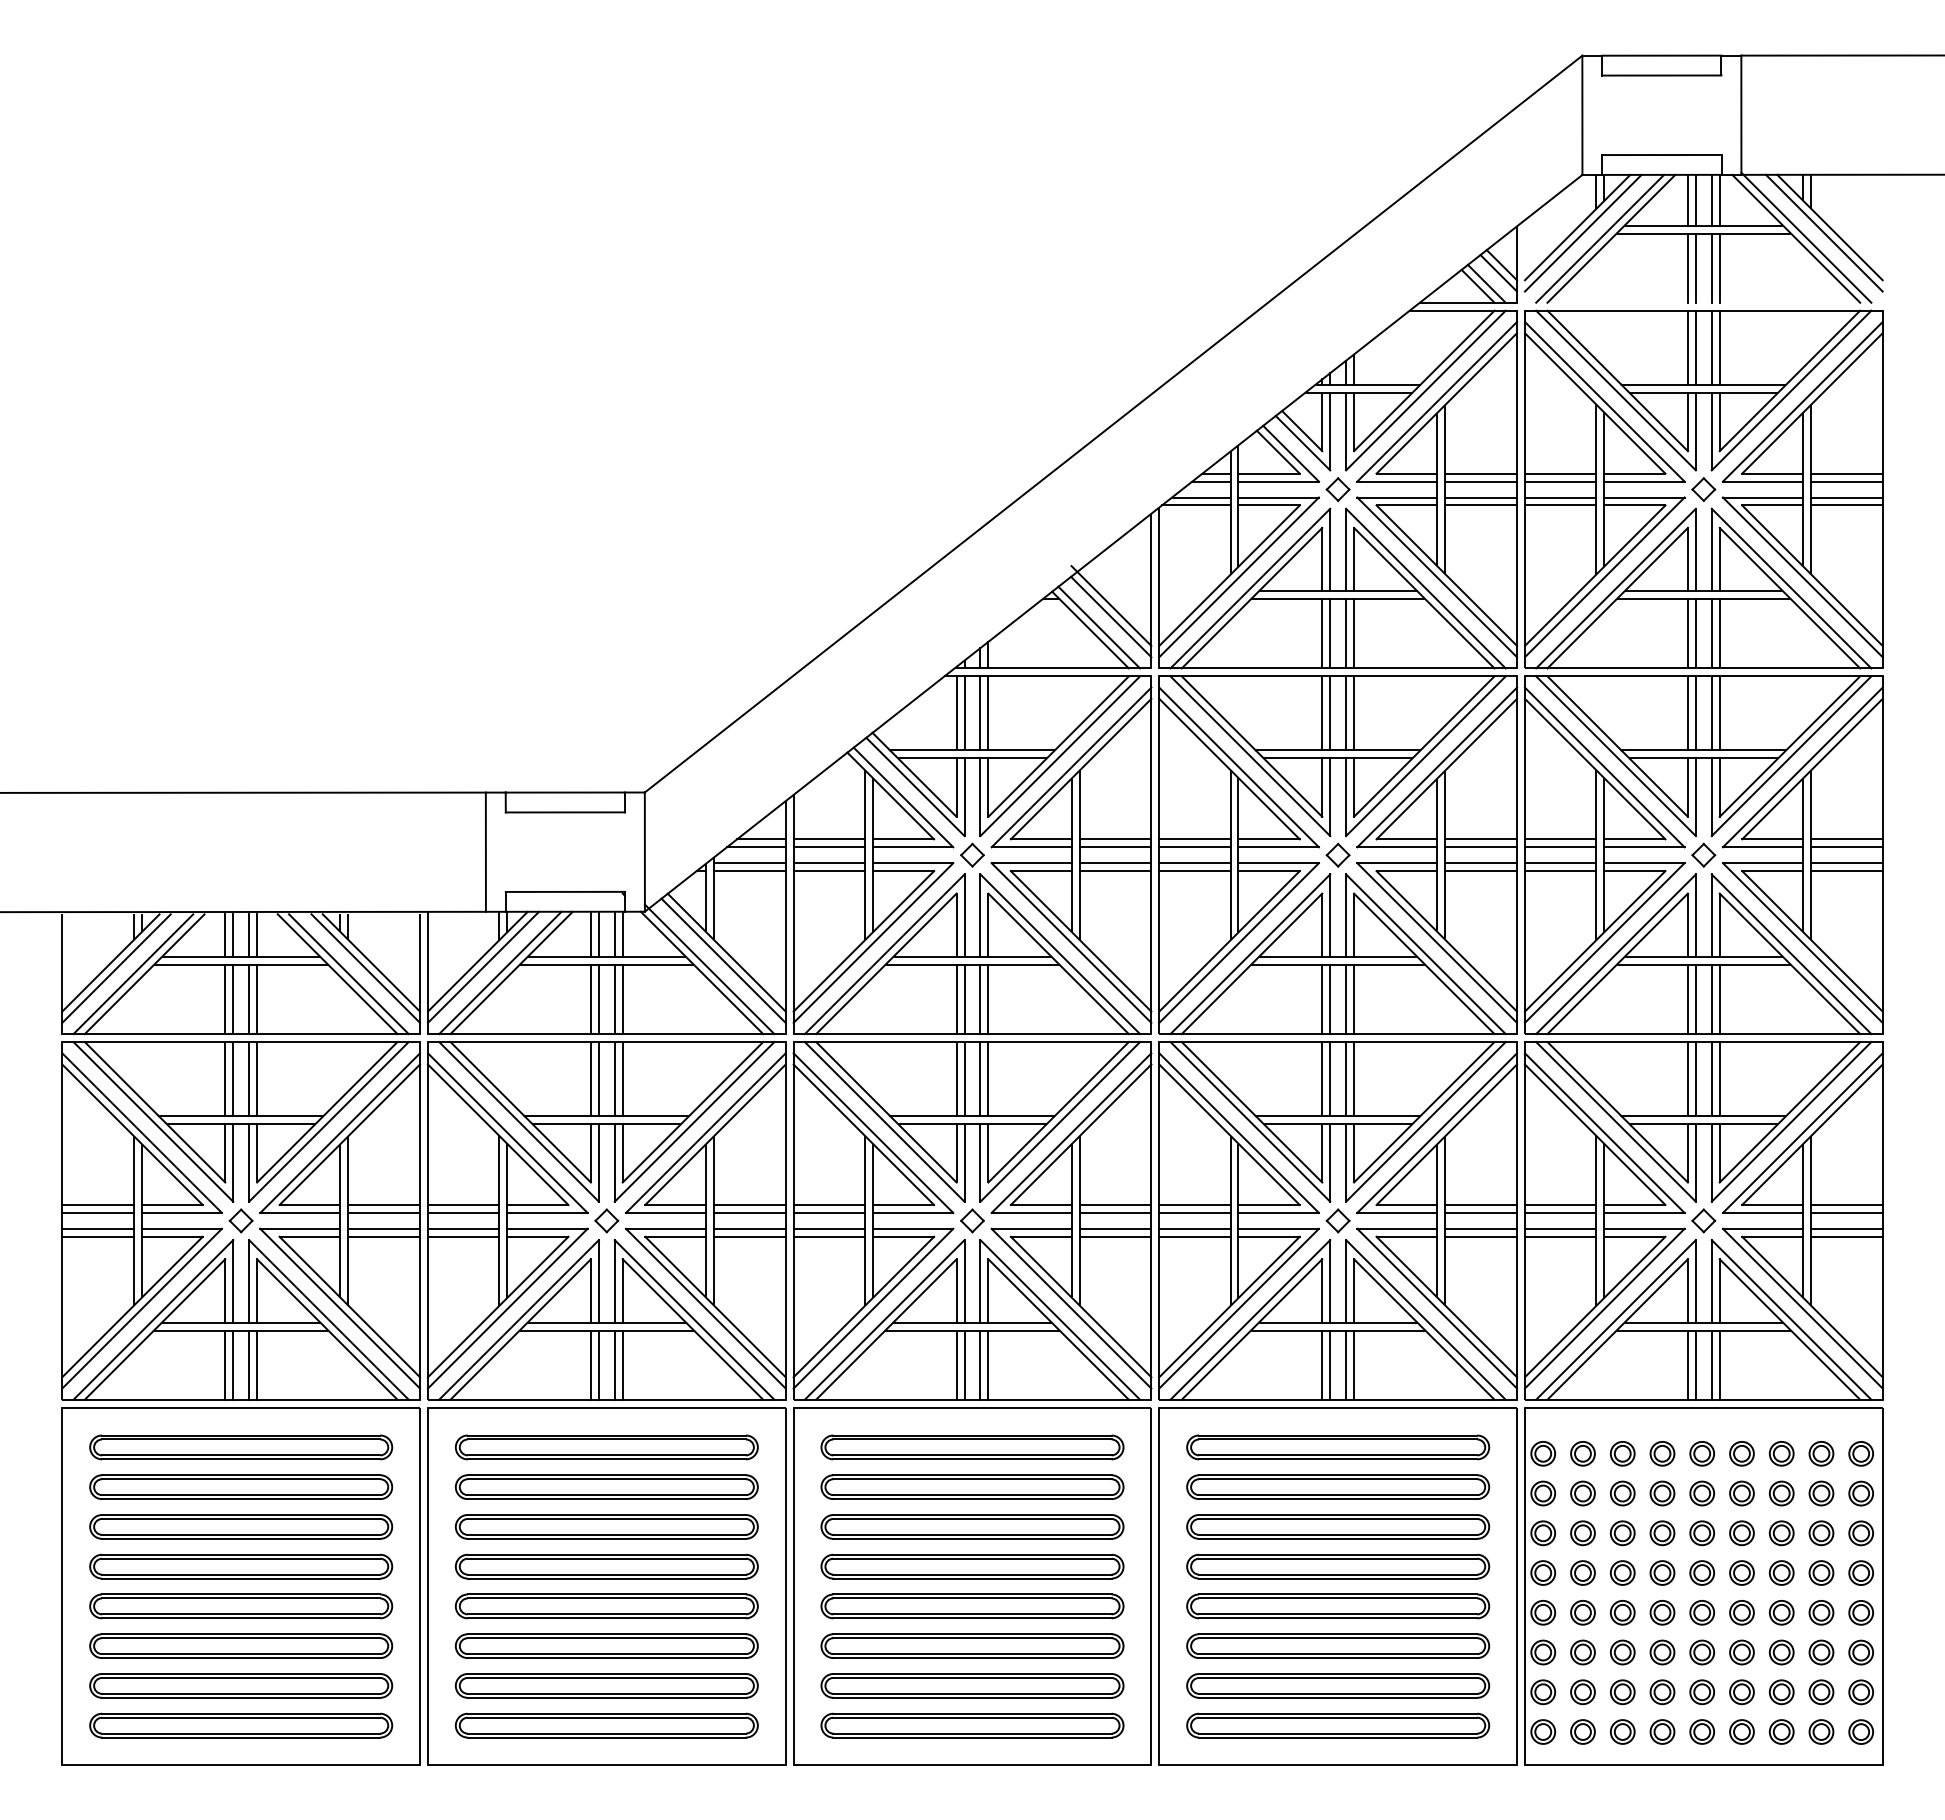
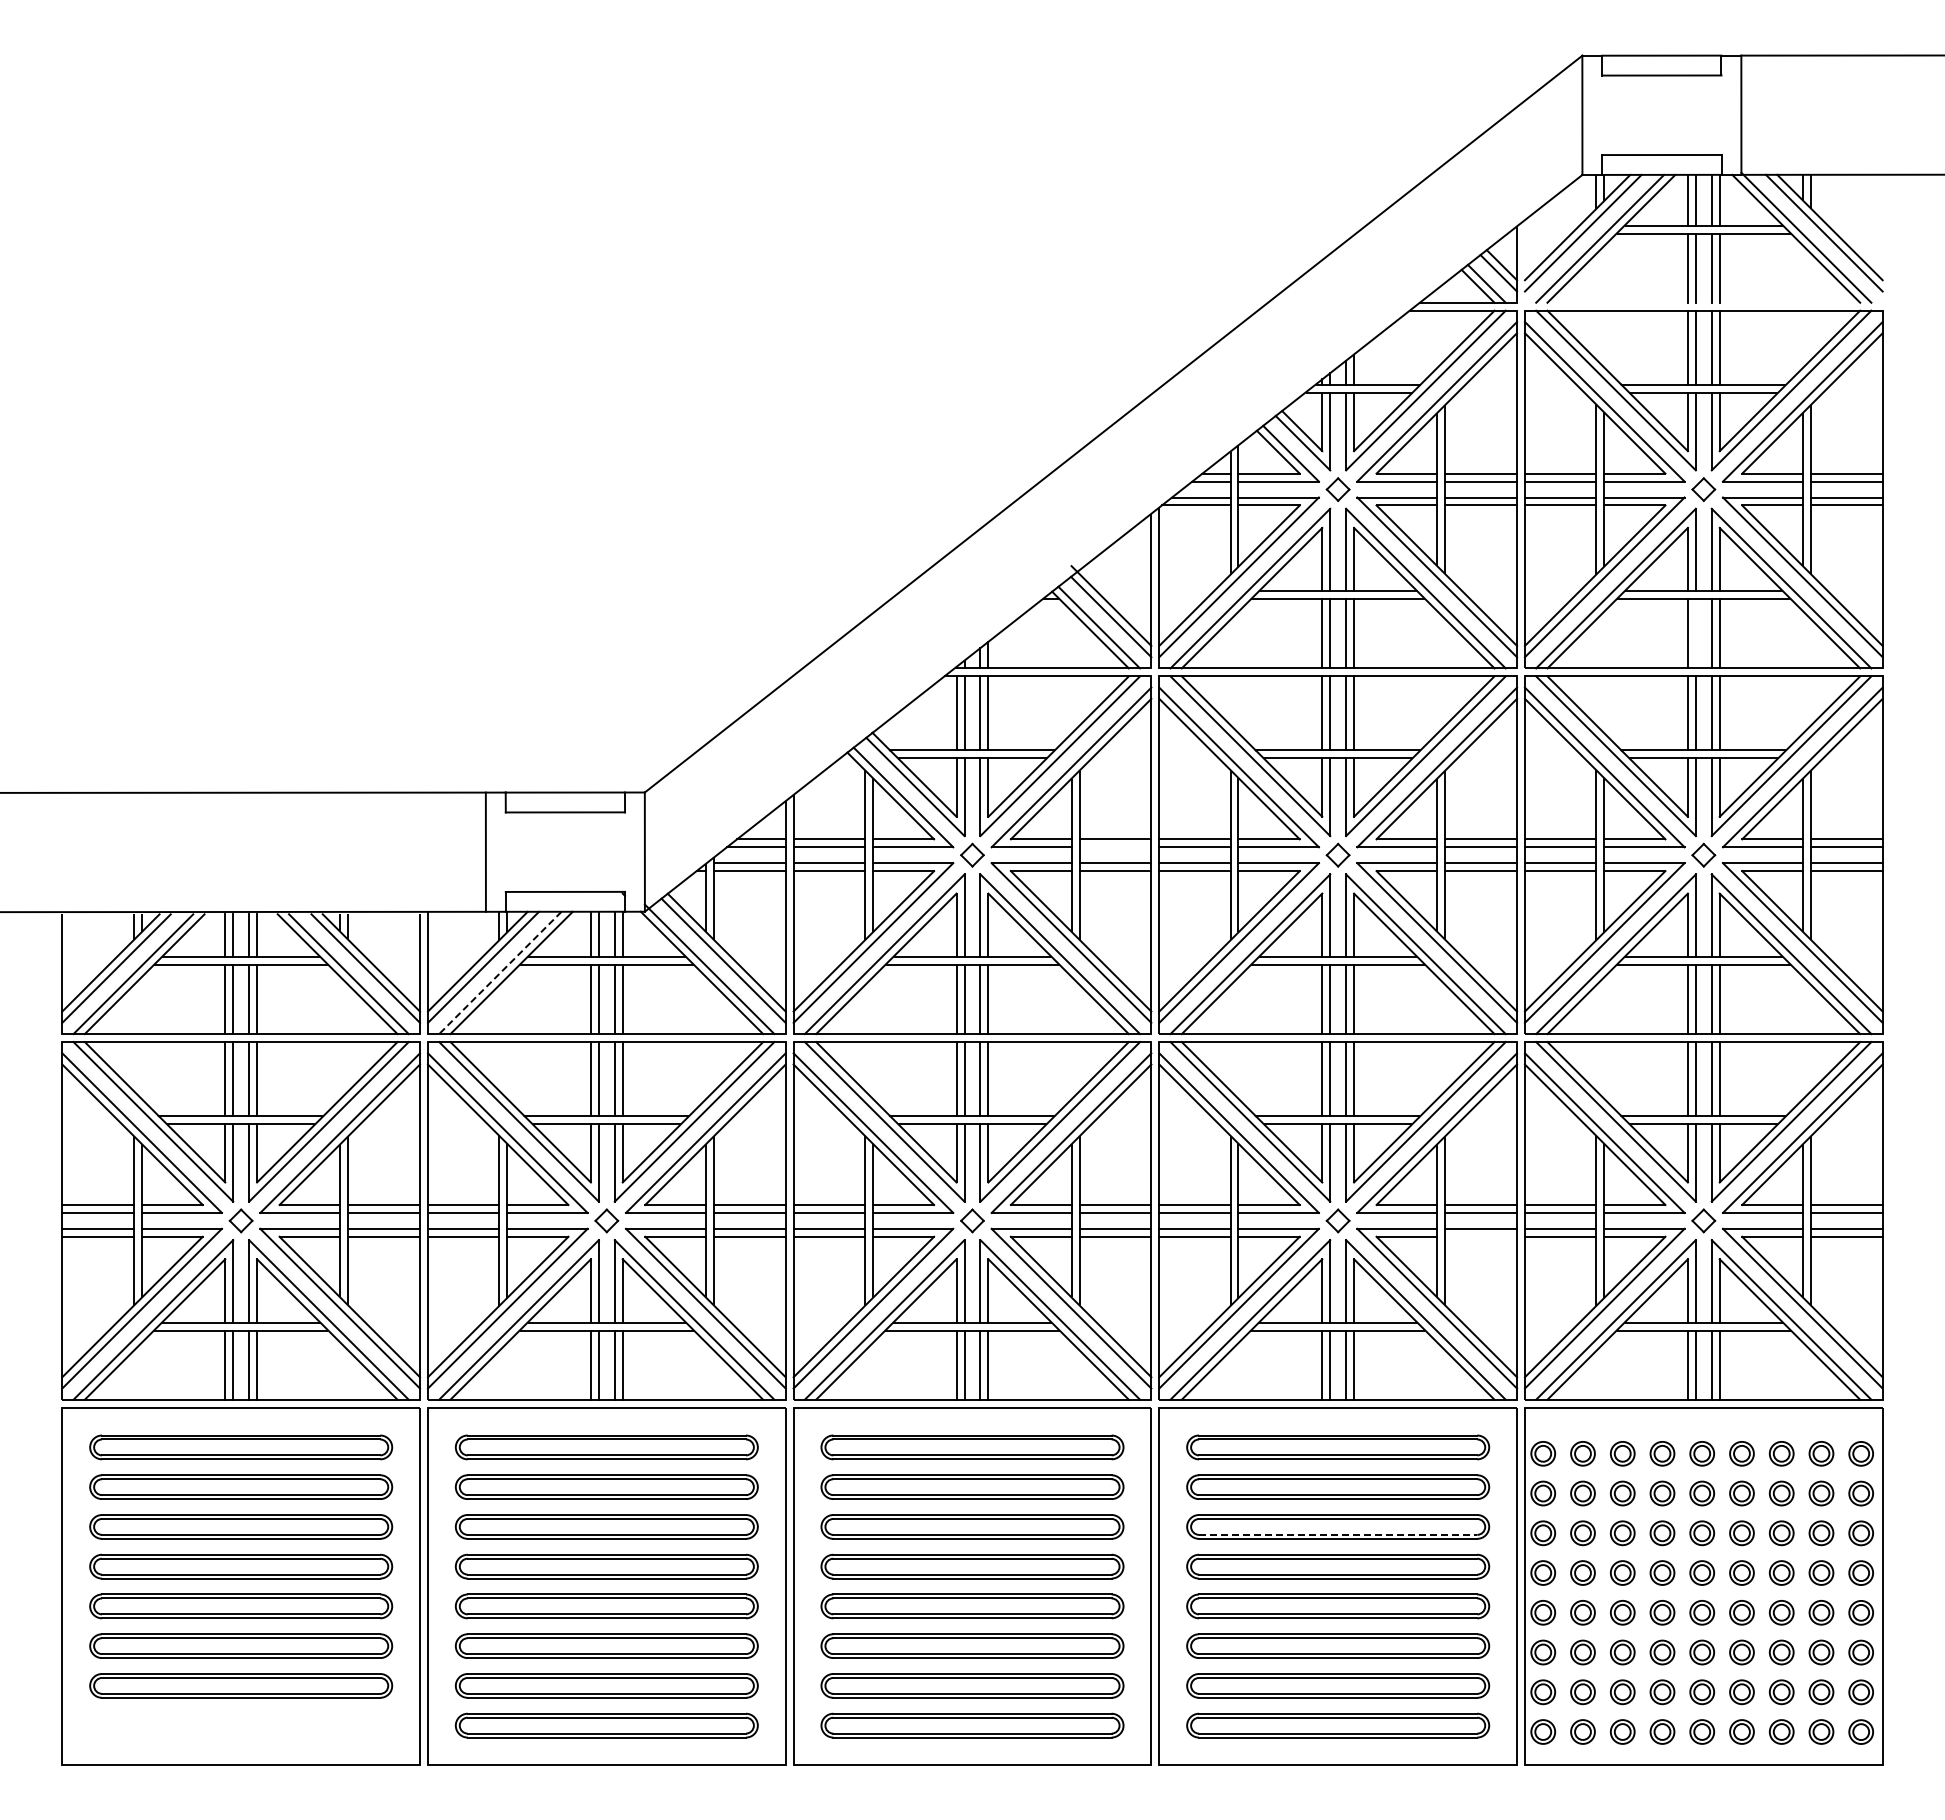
line at (1695, 633): present -> none
line at (1115, 847): present -> none
line at (500, 973): solid -> dashed
line at (1481, 1236): present -> none
line at (1338, 1534): solid -> dashed
part at (241, 1725): present -> none
